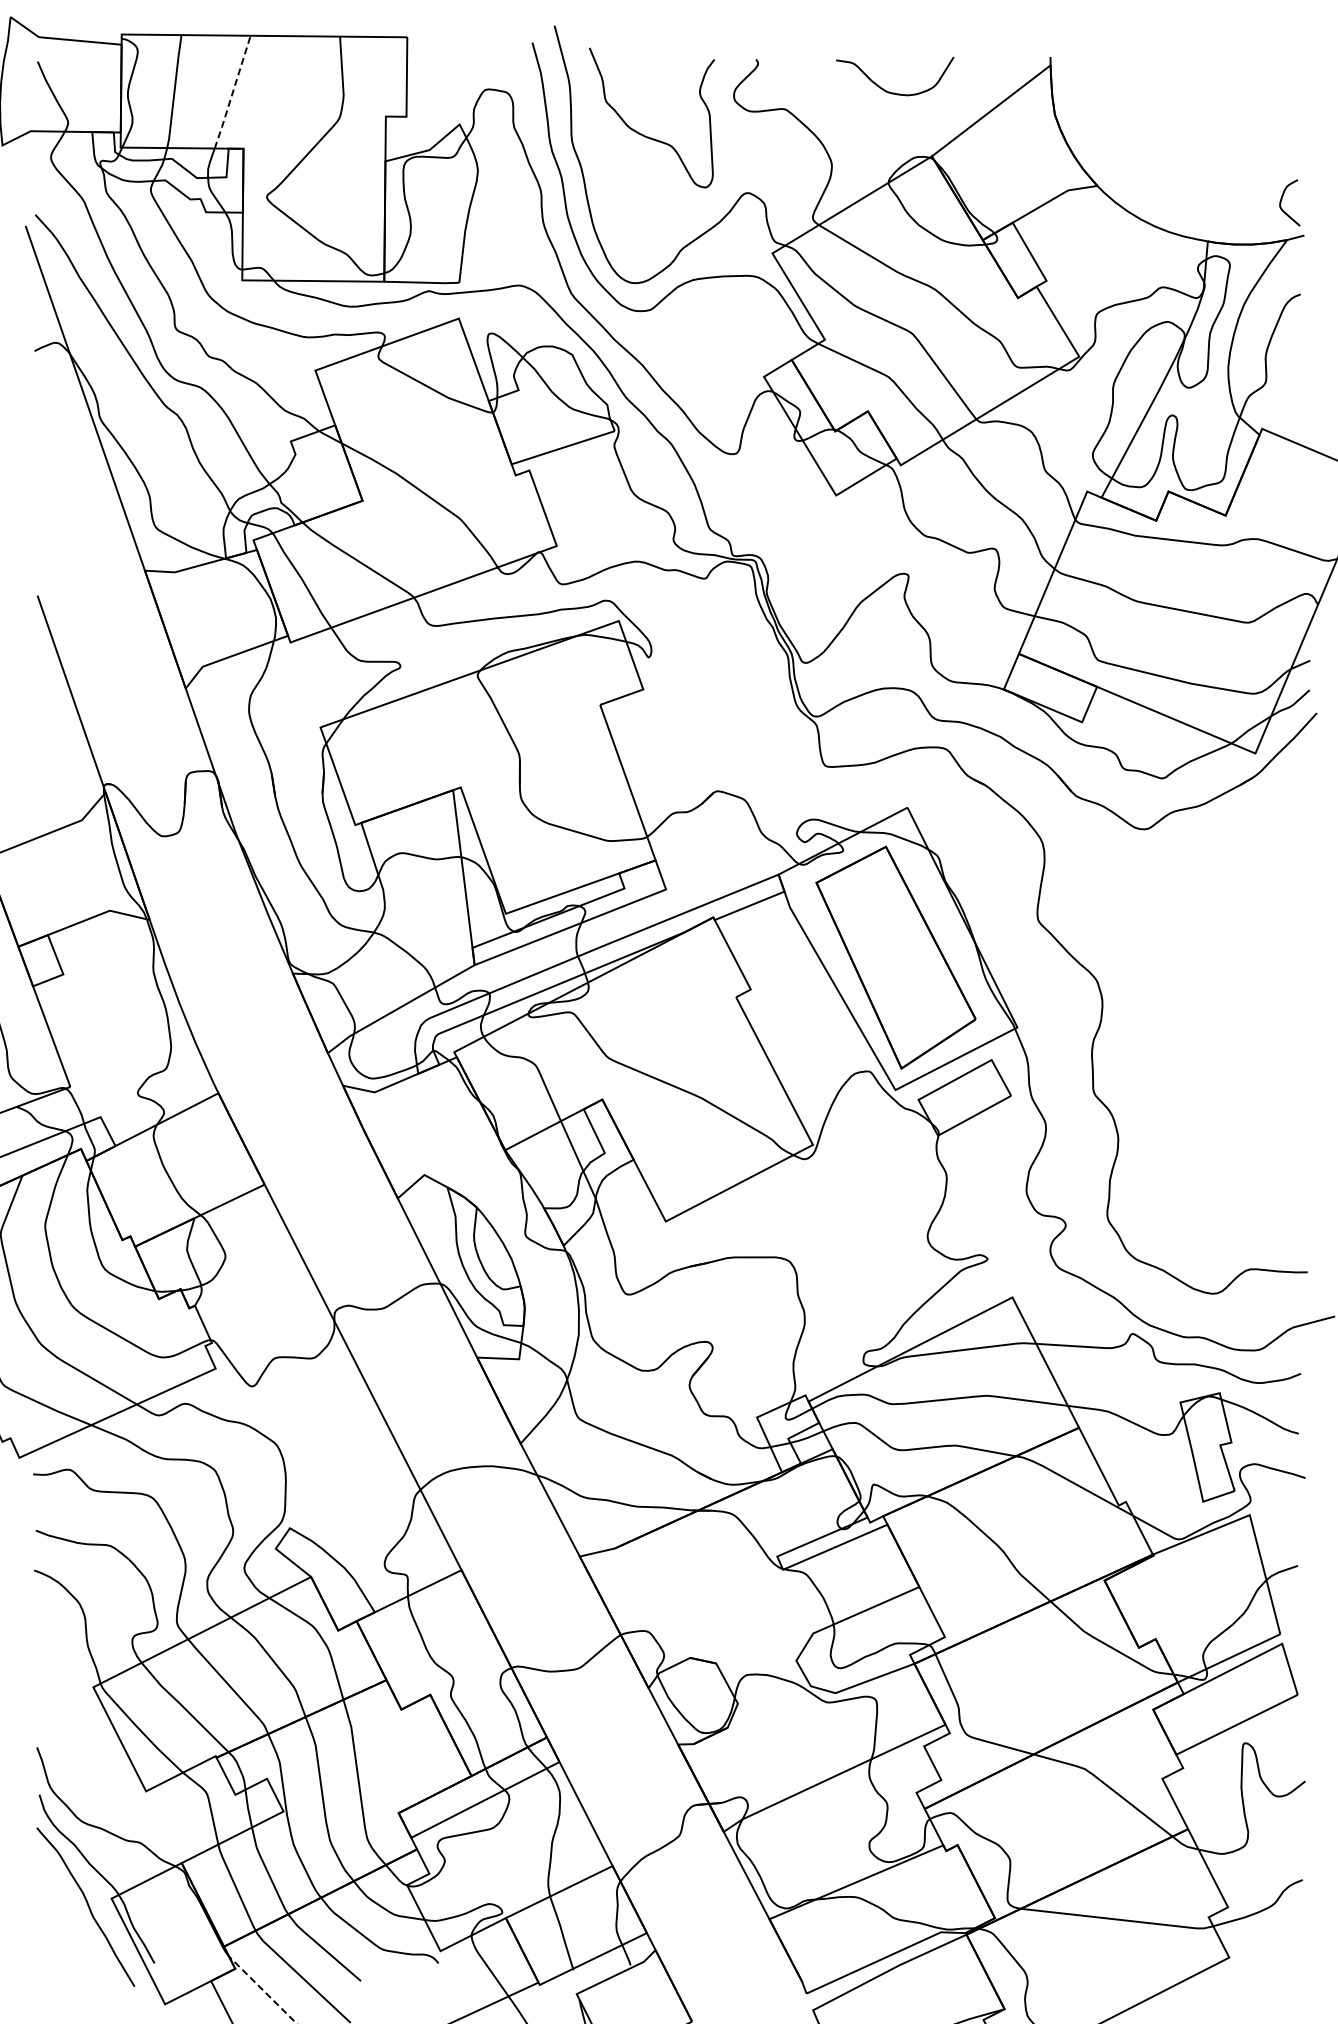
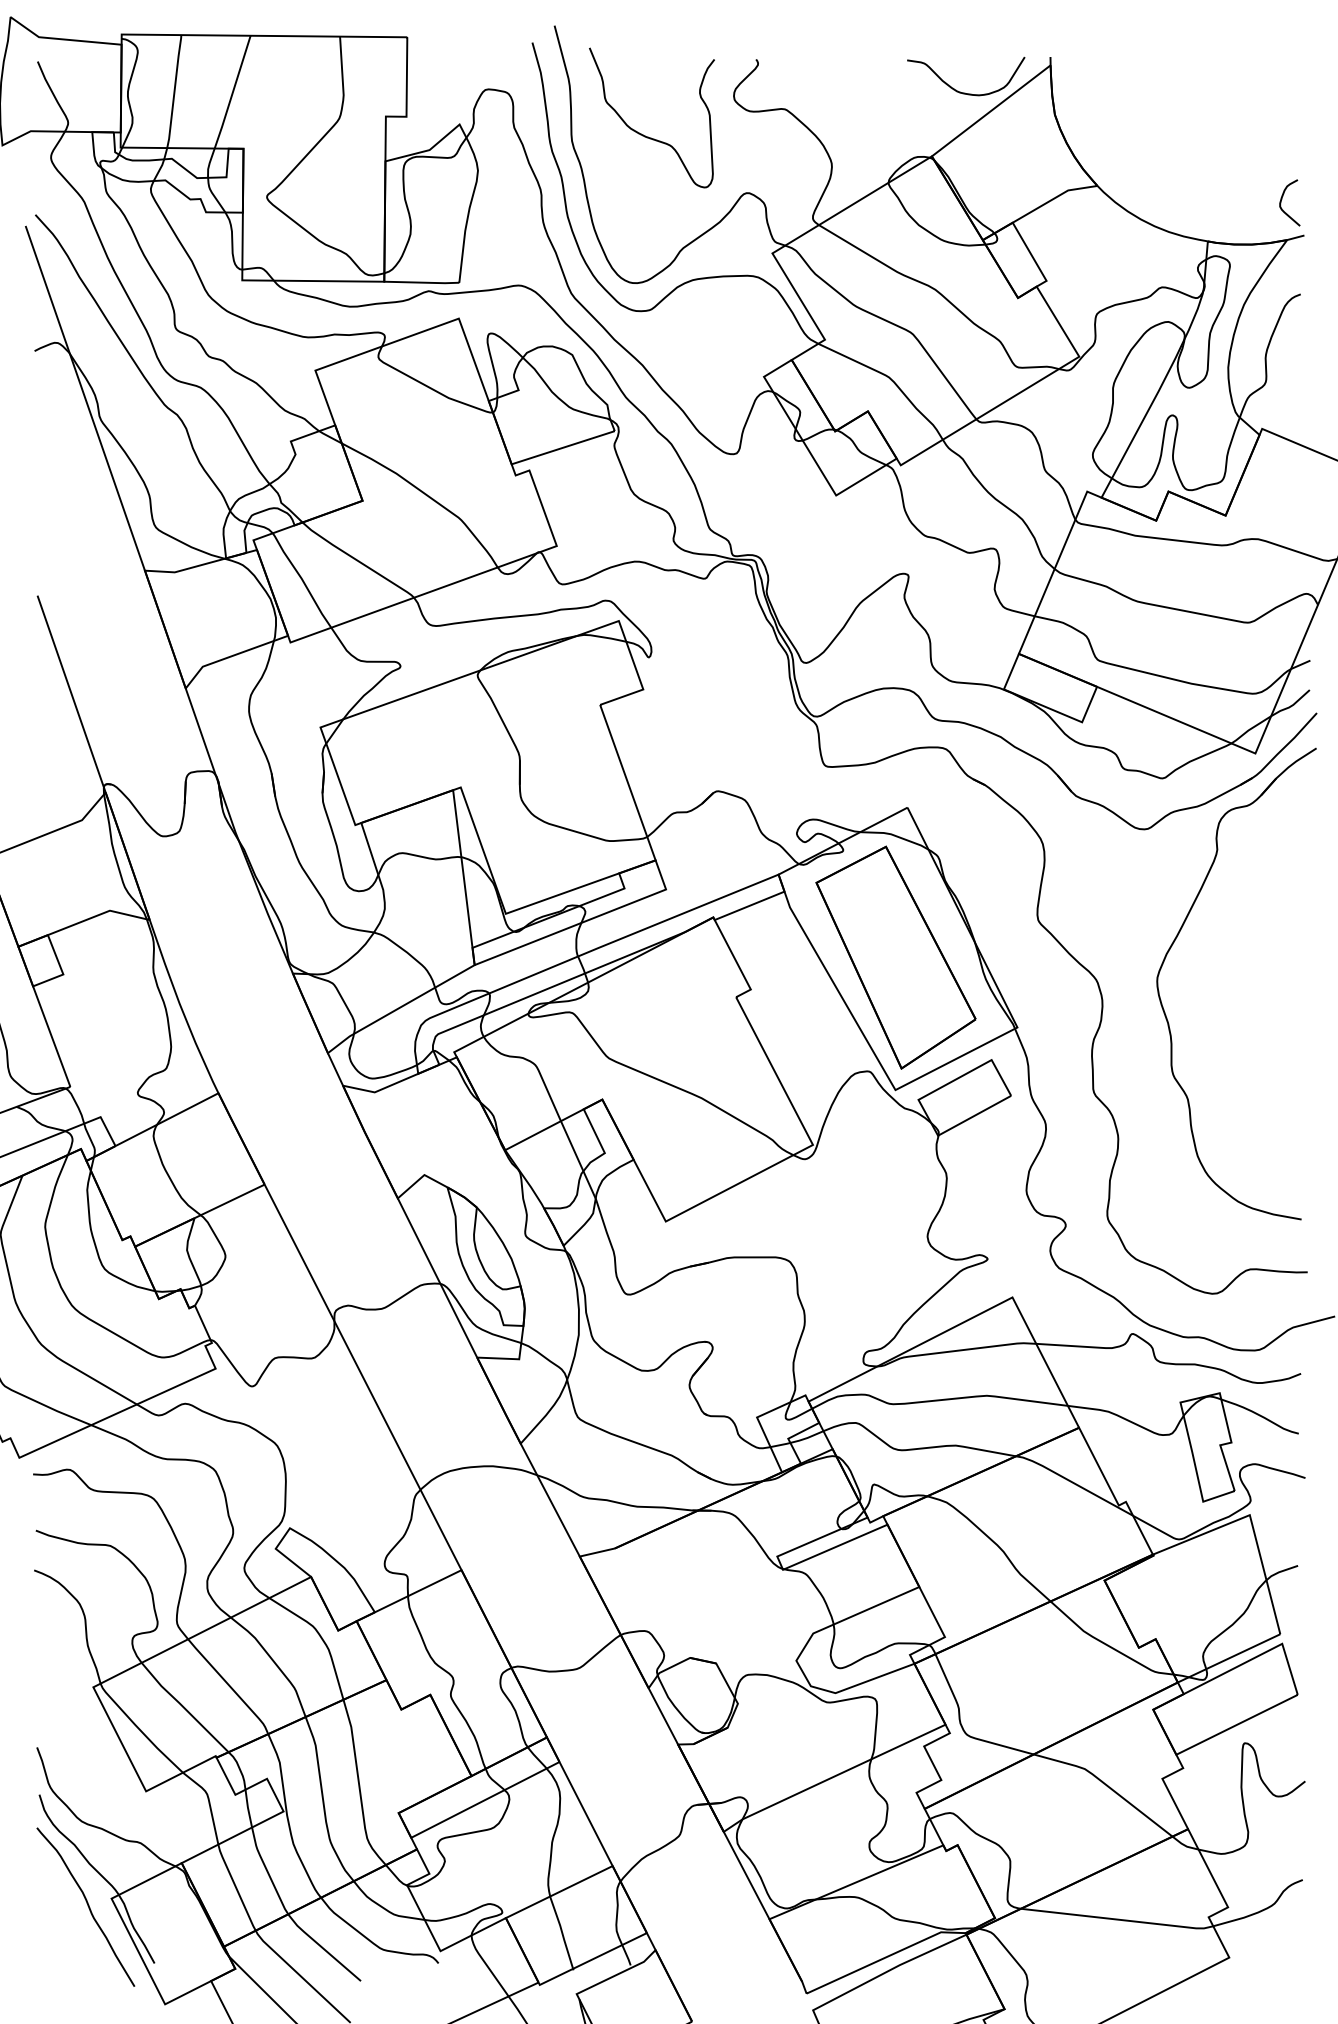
line at (232, 92): dashed -> solid
curve at (894, 92) position: (894, 92) -> (965, 92)
part at (1172, 946): none -> present
line at (262, 1989): dashed -> solid
